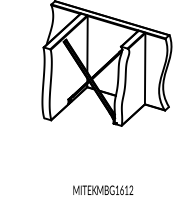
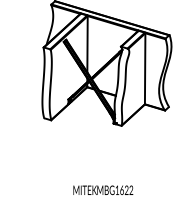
text at (126, 189): MBG1612 -> MBG1622
